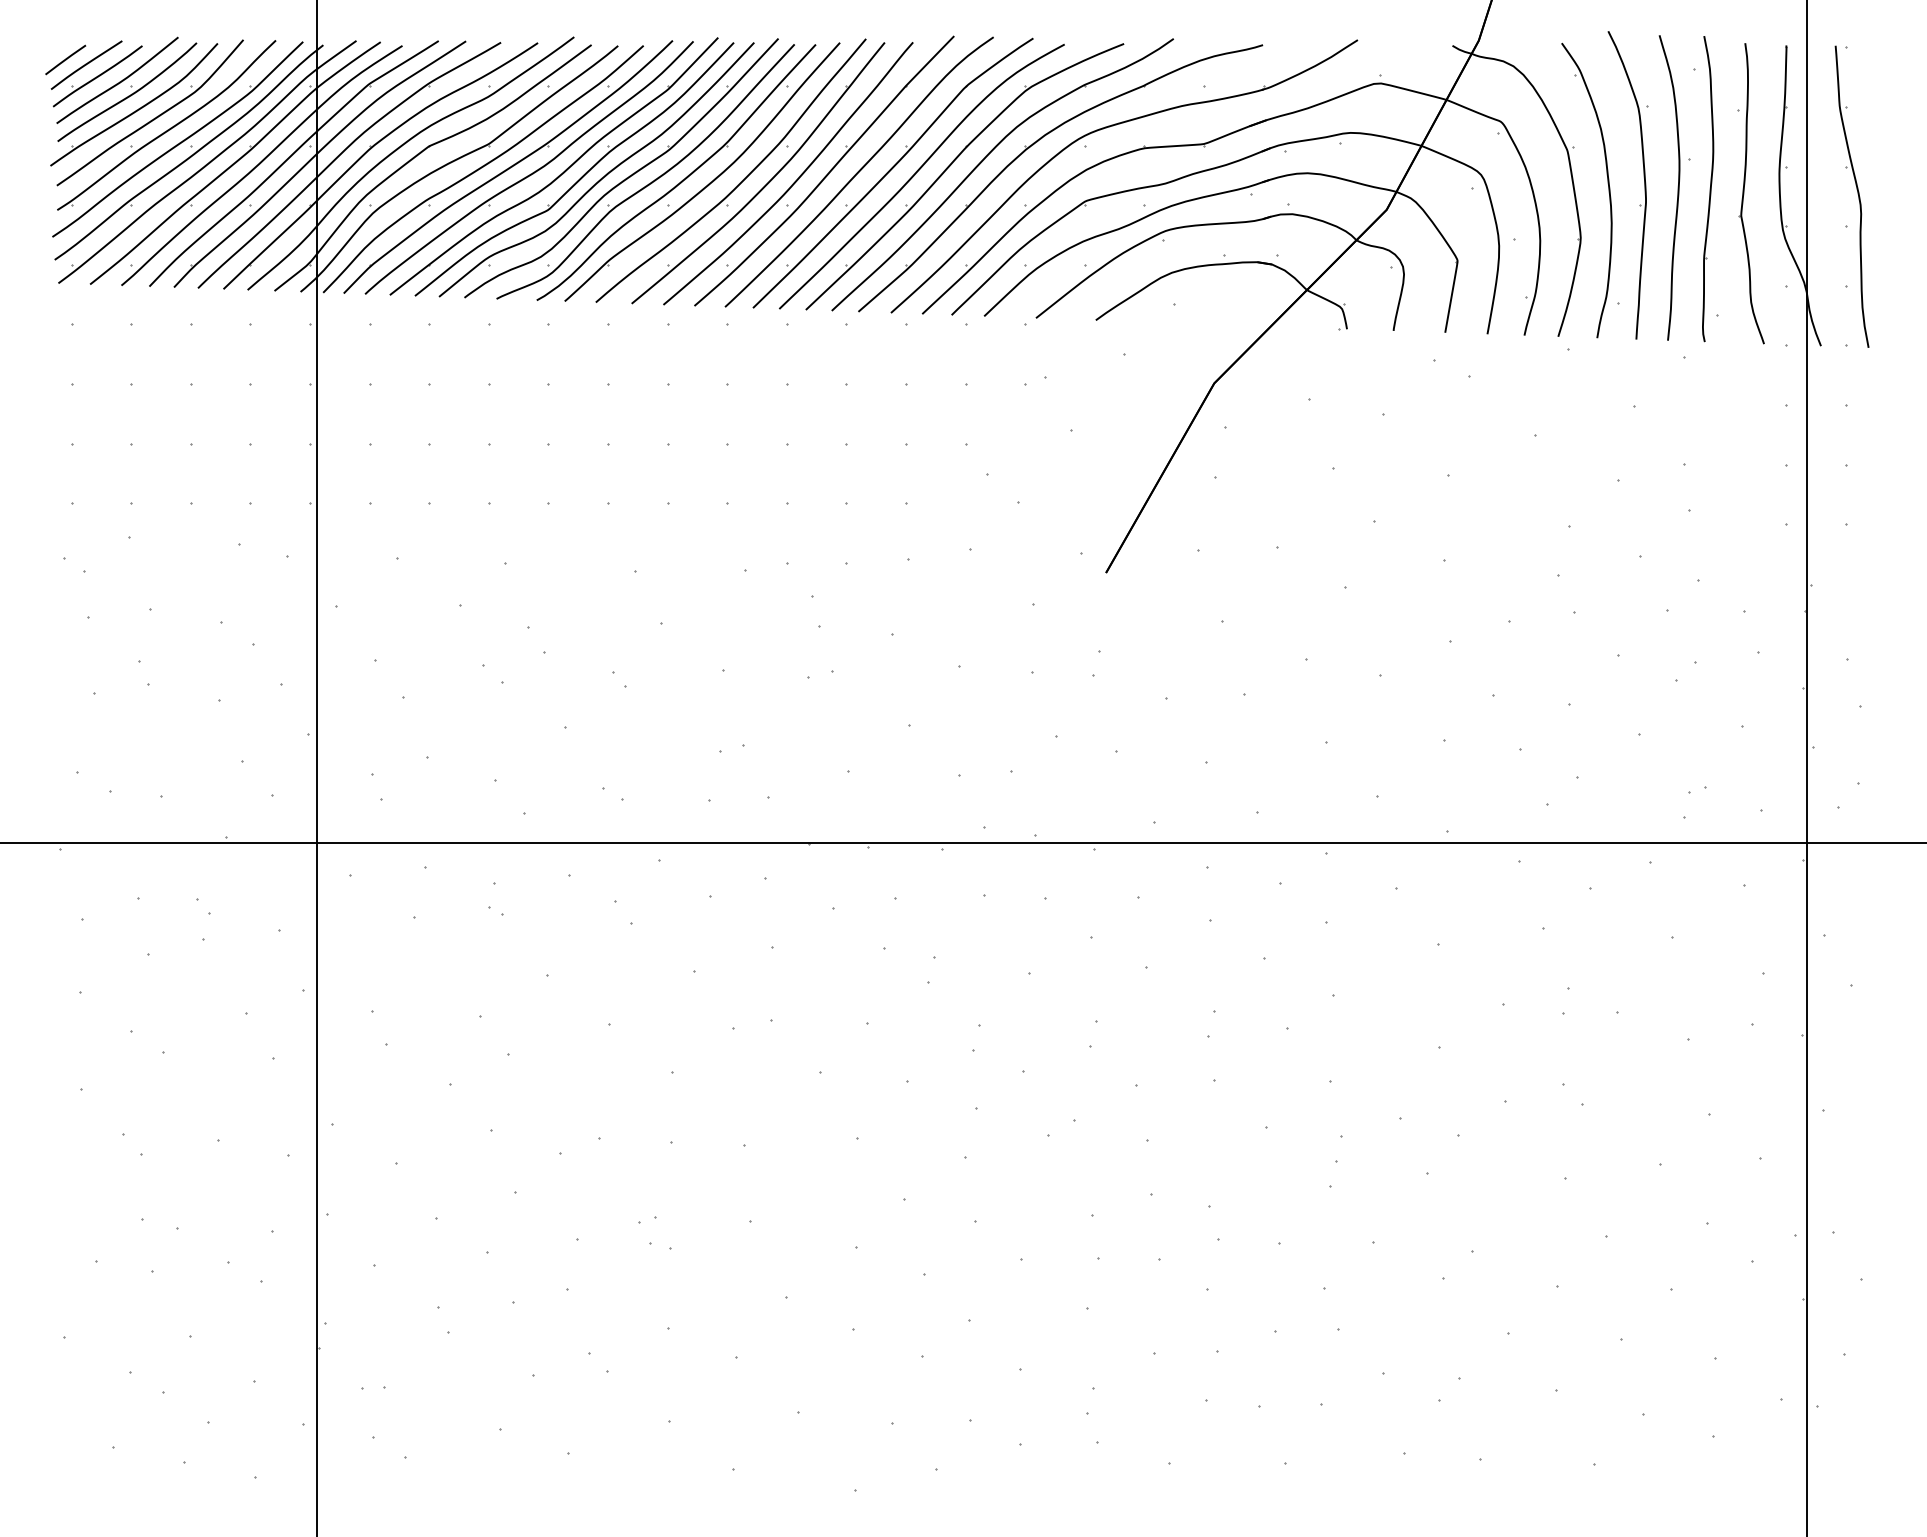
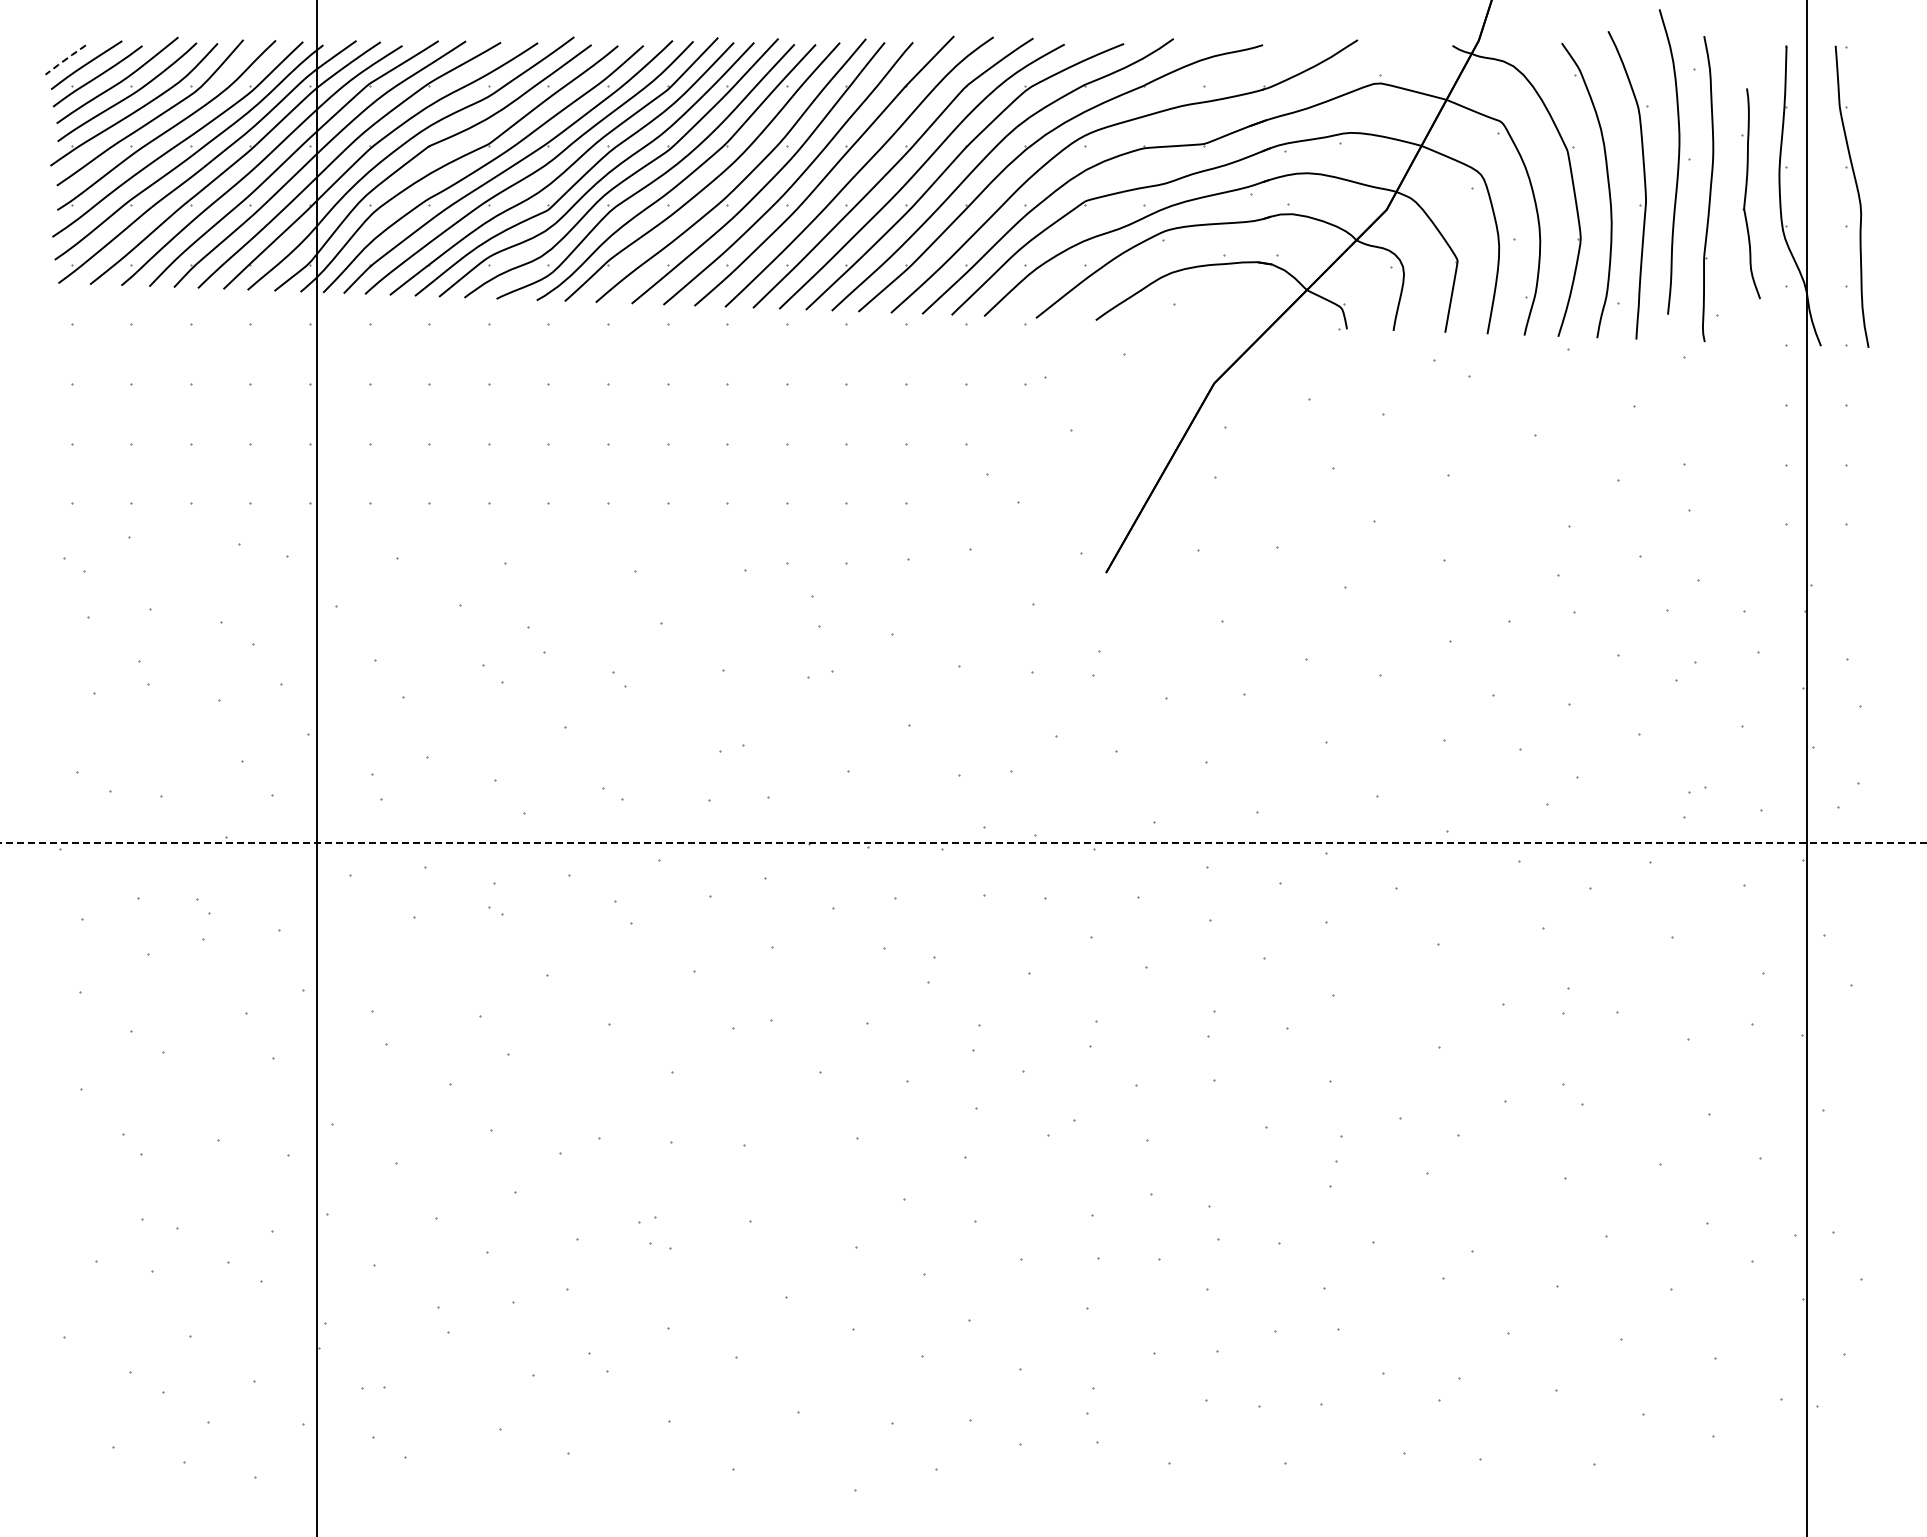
line at (65, 59): solid -> dashed
curve at (1677, 187) position: (1677, 187) -> (1677, 161)
part at (1750, 193) size: 28x302 px -> 20x212 px
line at (963, 843): solid -> dashed
